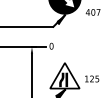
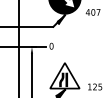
line at (18, 48): none -> present
text at (92, 78) position: (92, 78) -> (95, 86)
